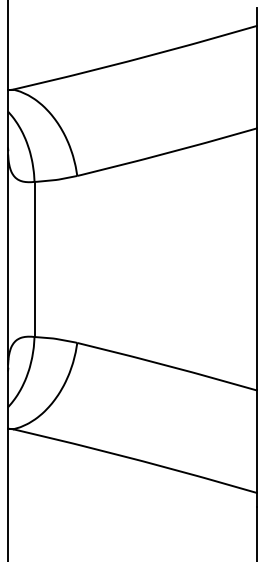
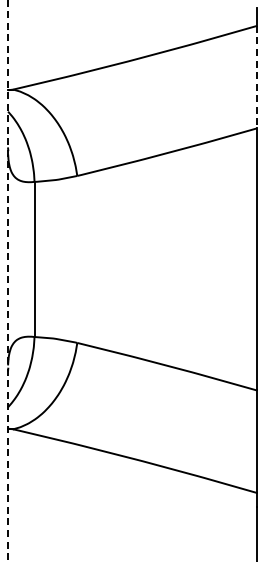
line at (256, 77): solid -> dashed
line at (8, 281): solid -> dashed
